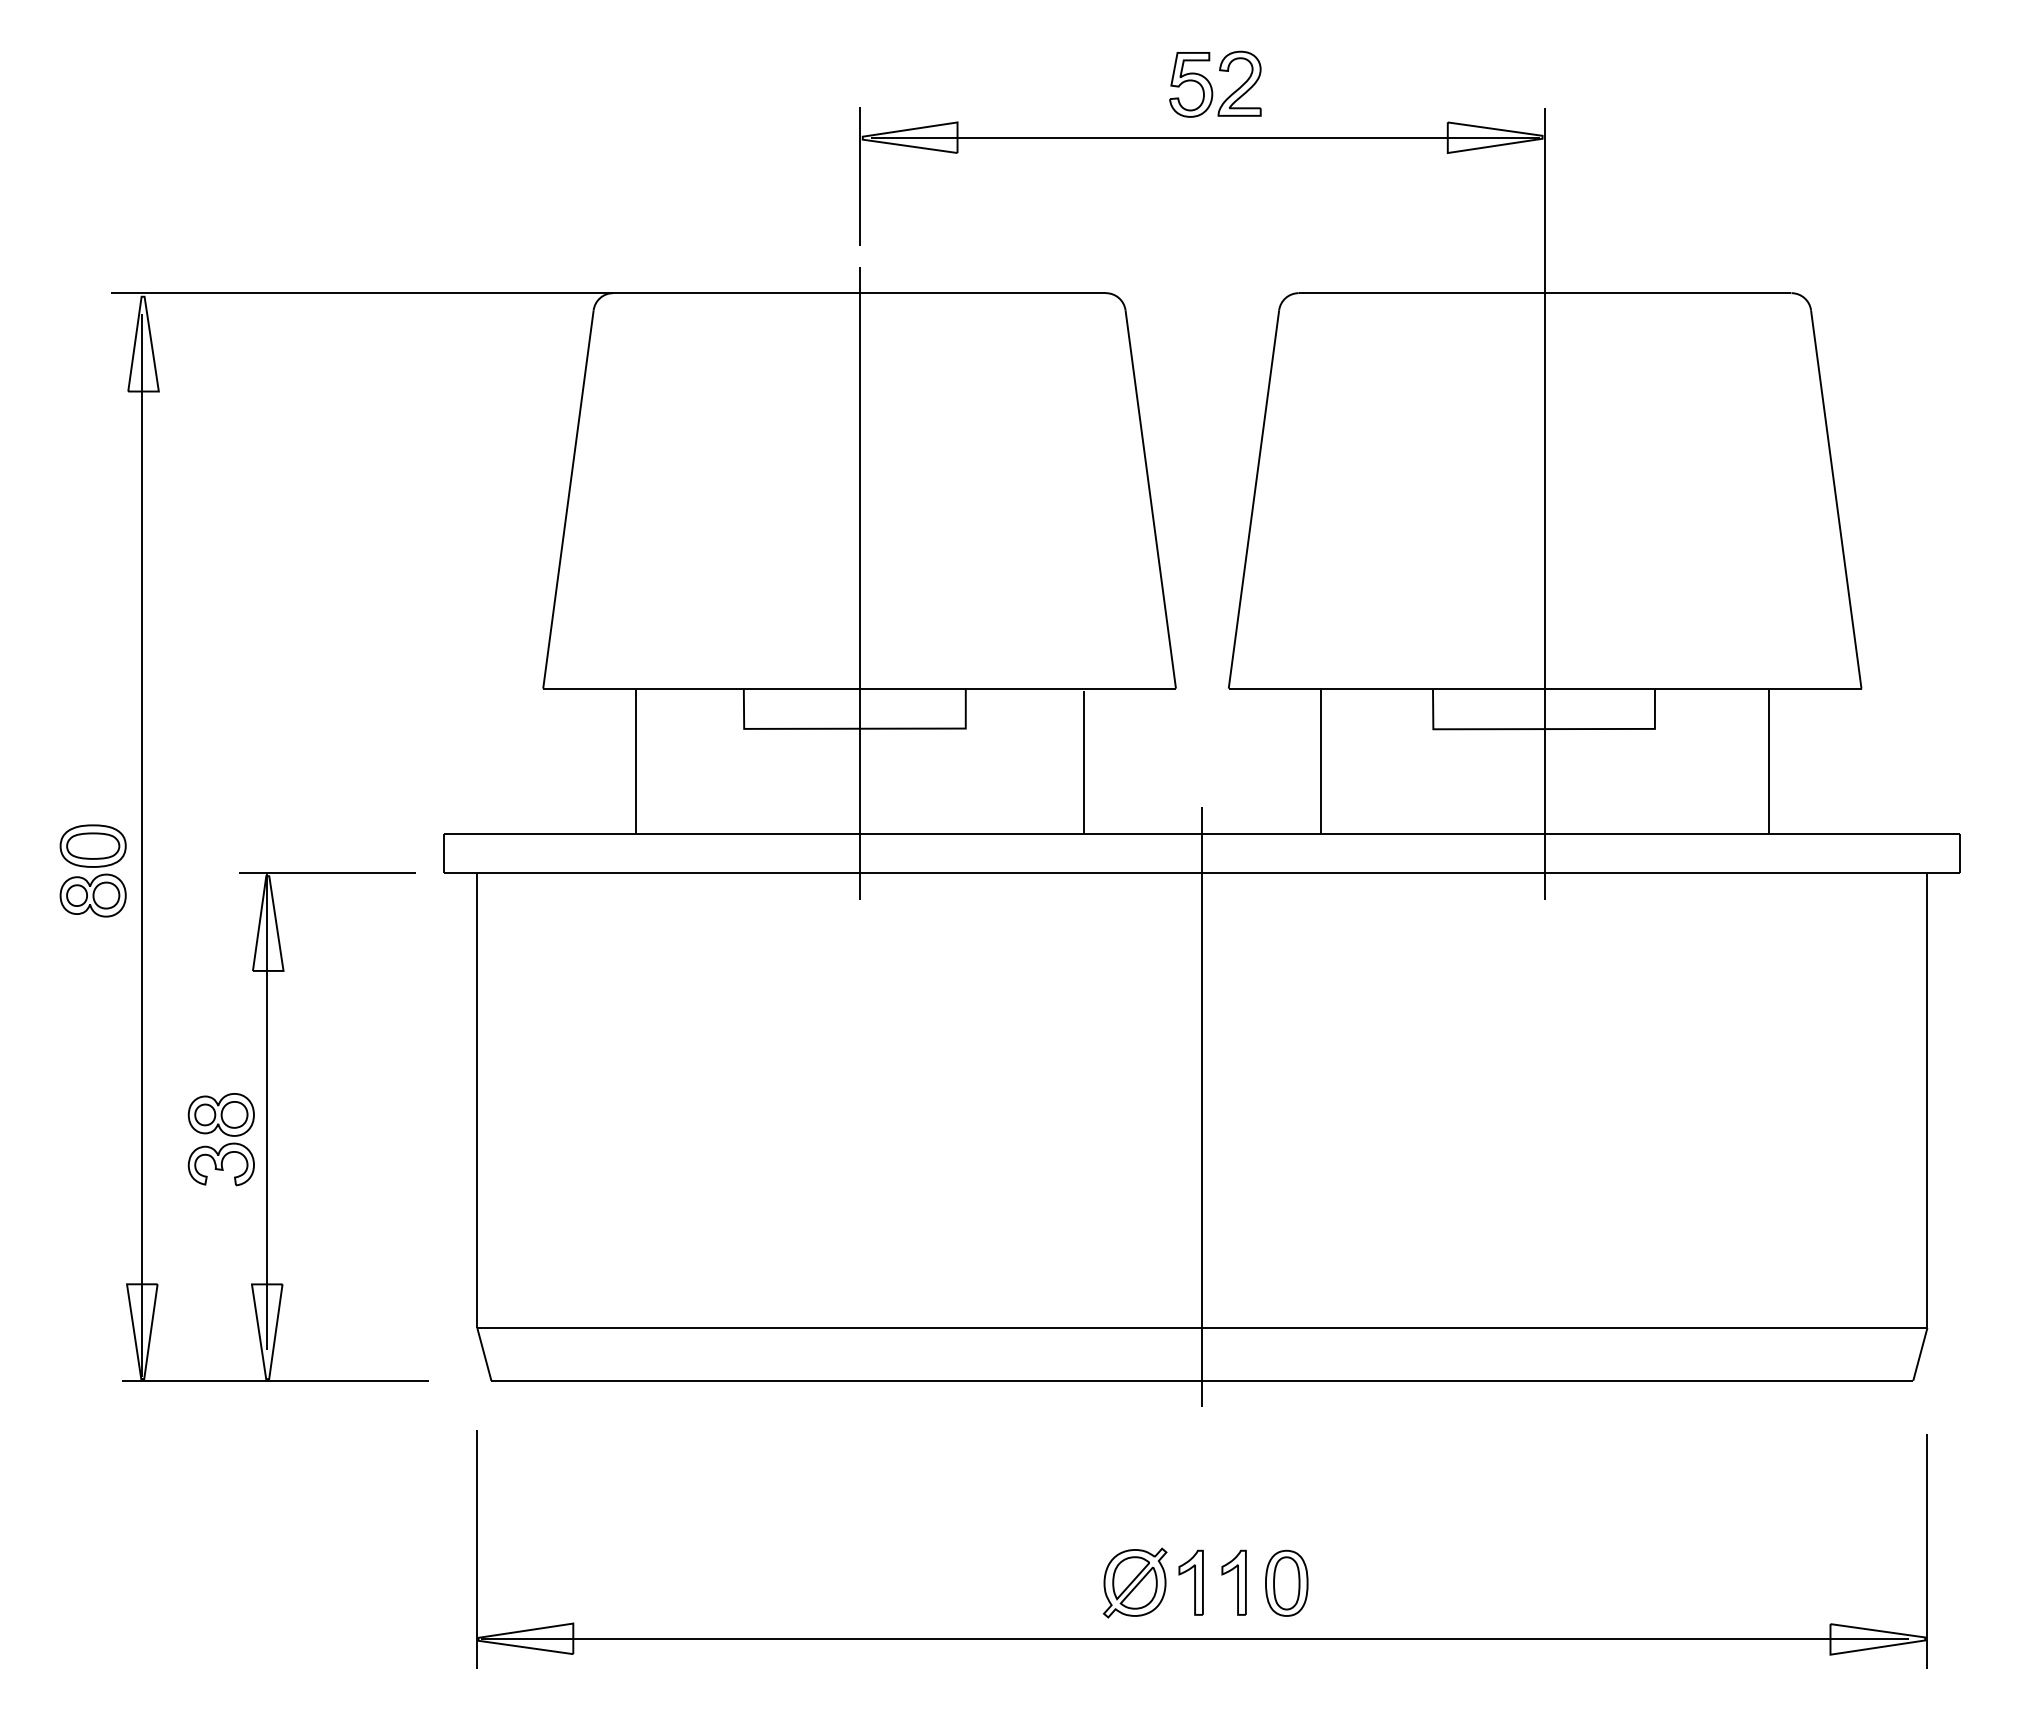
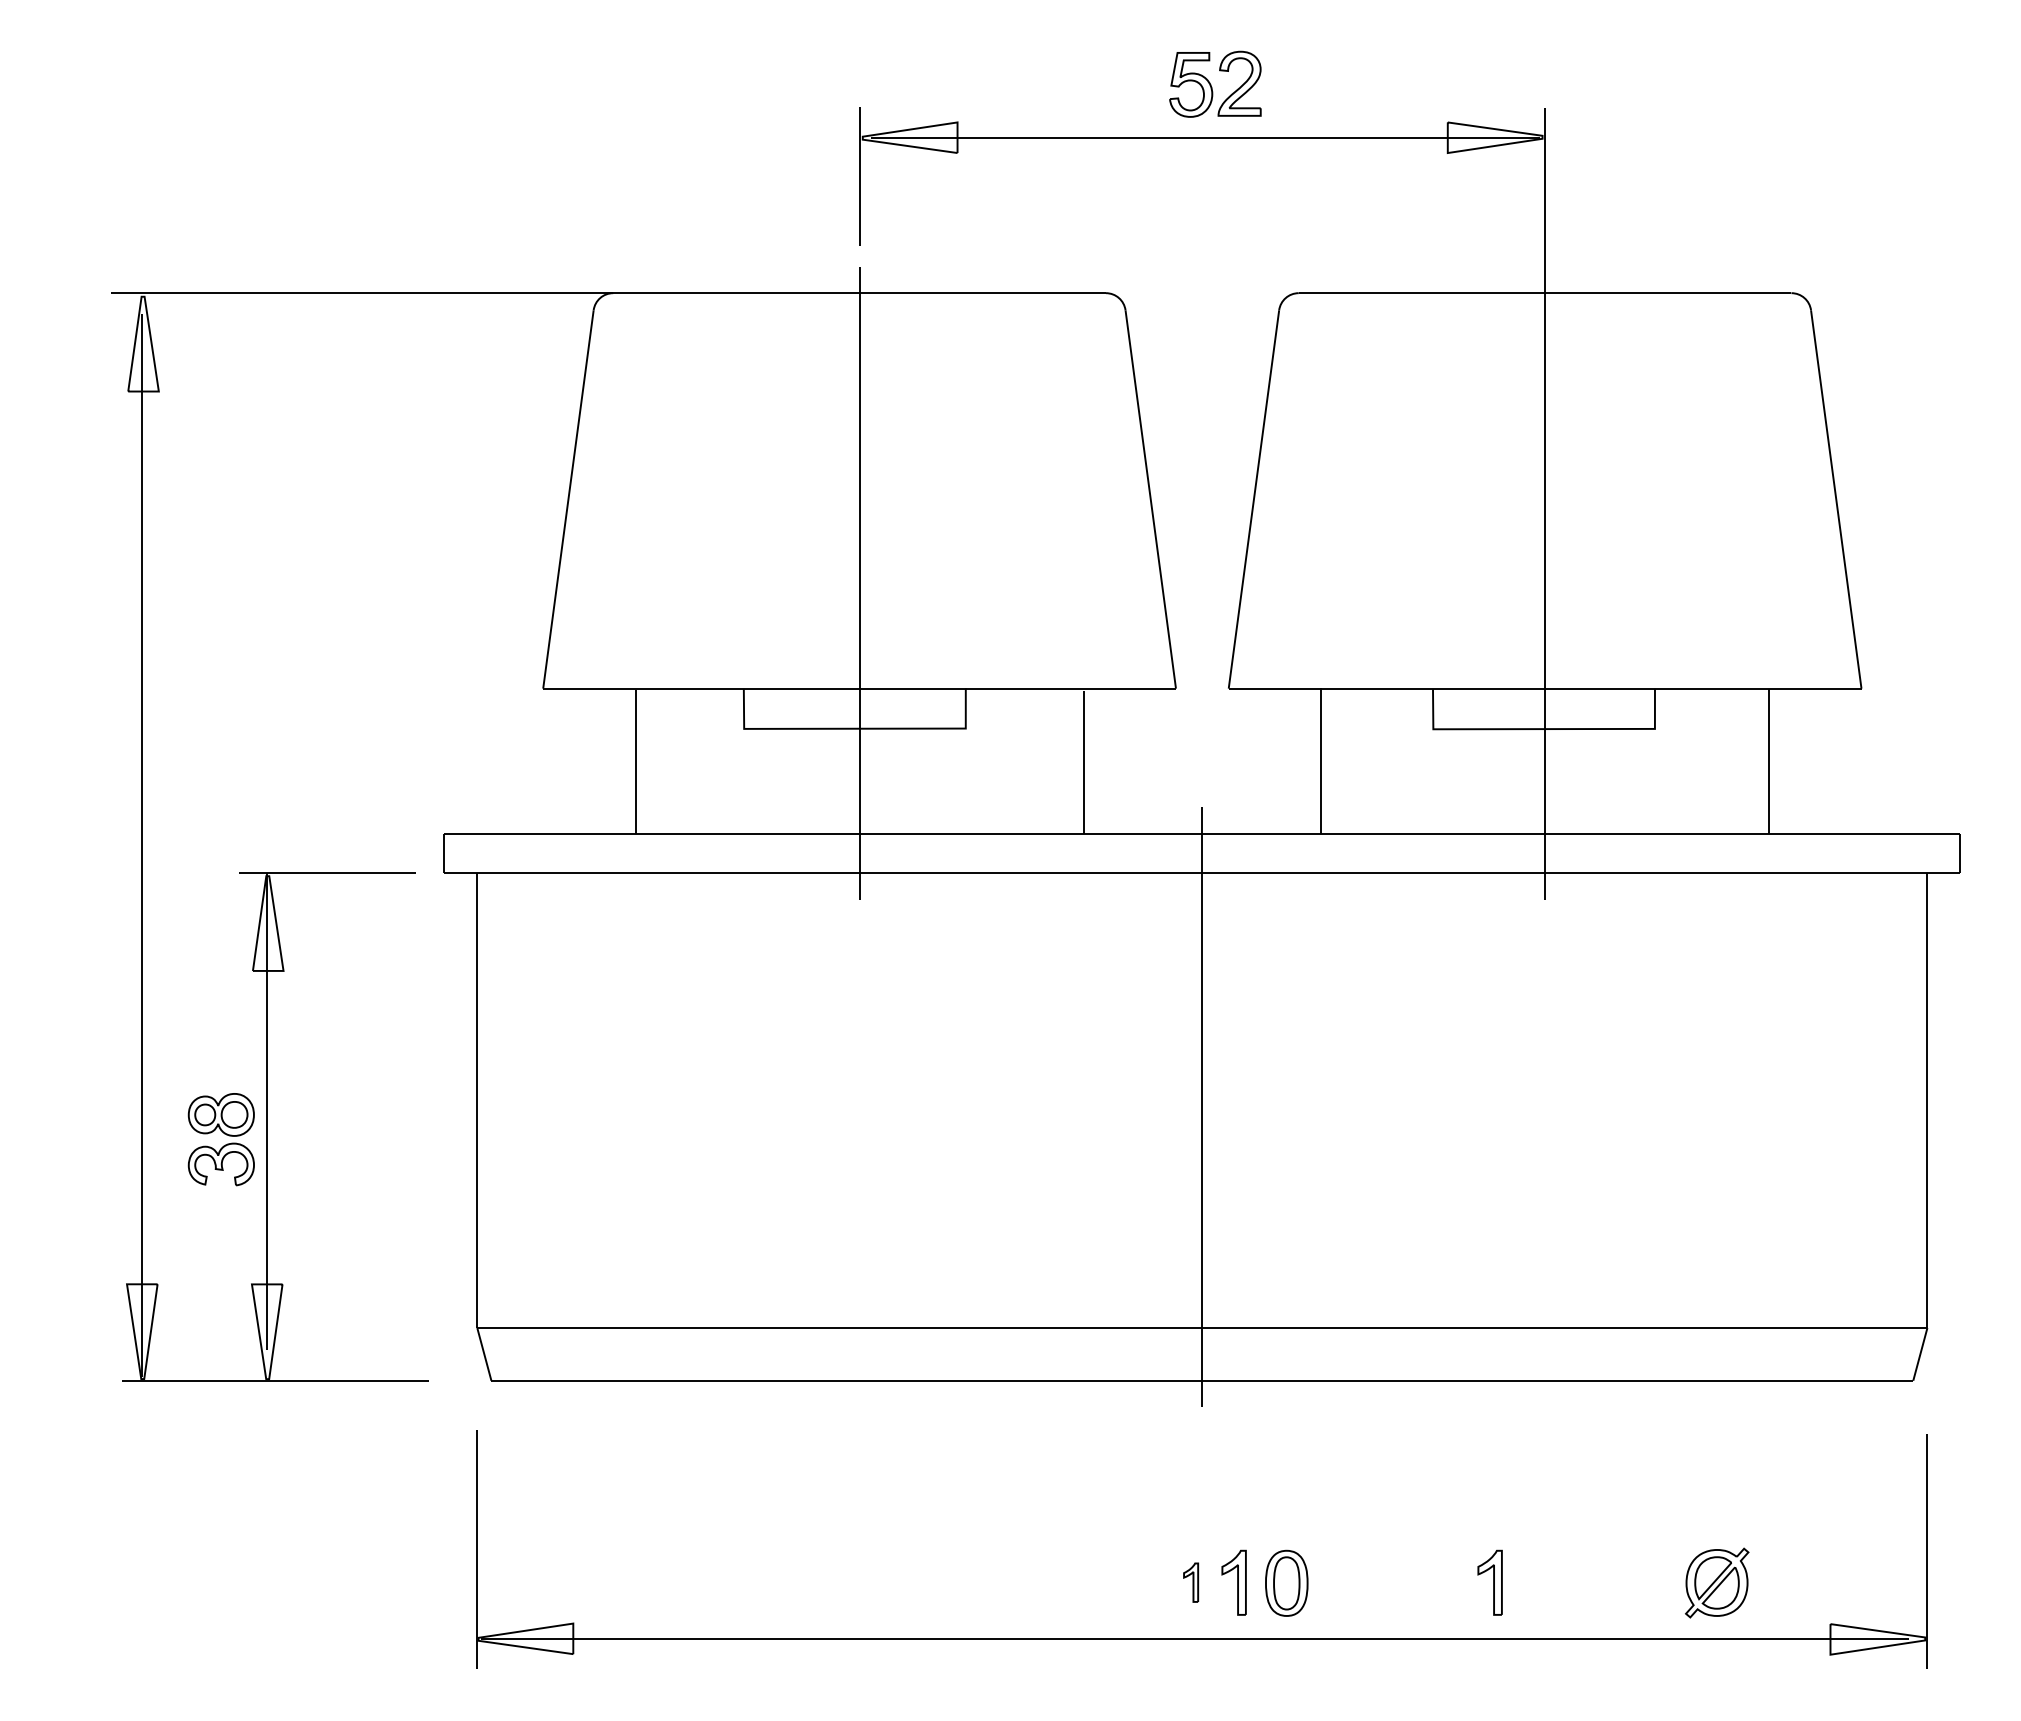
part at (92, 870): present -> none
part at (1135, 1582) position: (1135, 1582) -> (1717, 1582)
part at (1190, 1582) size: 26x67 px -> 17x41 px
part at (1489, 1582): none -> present
